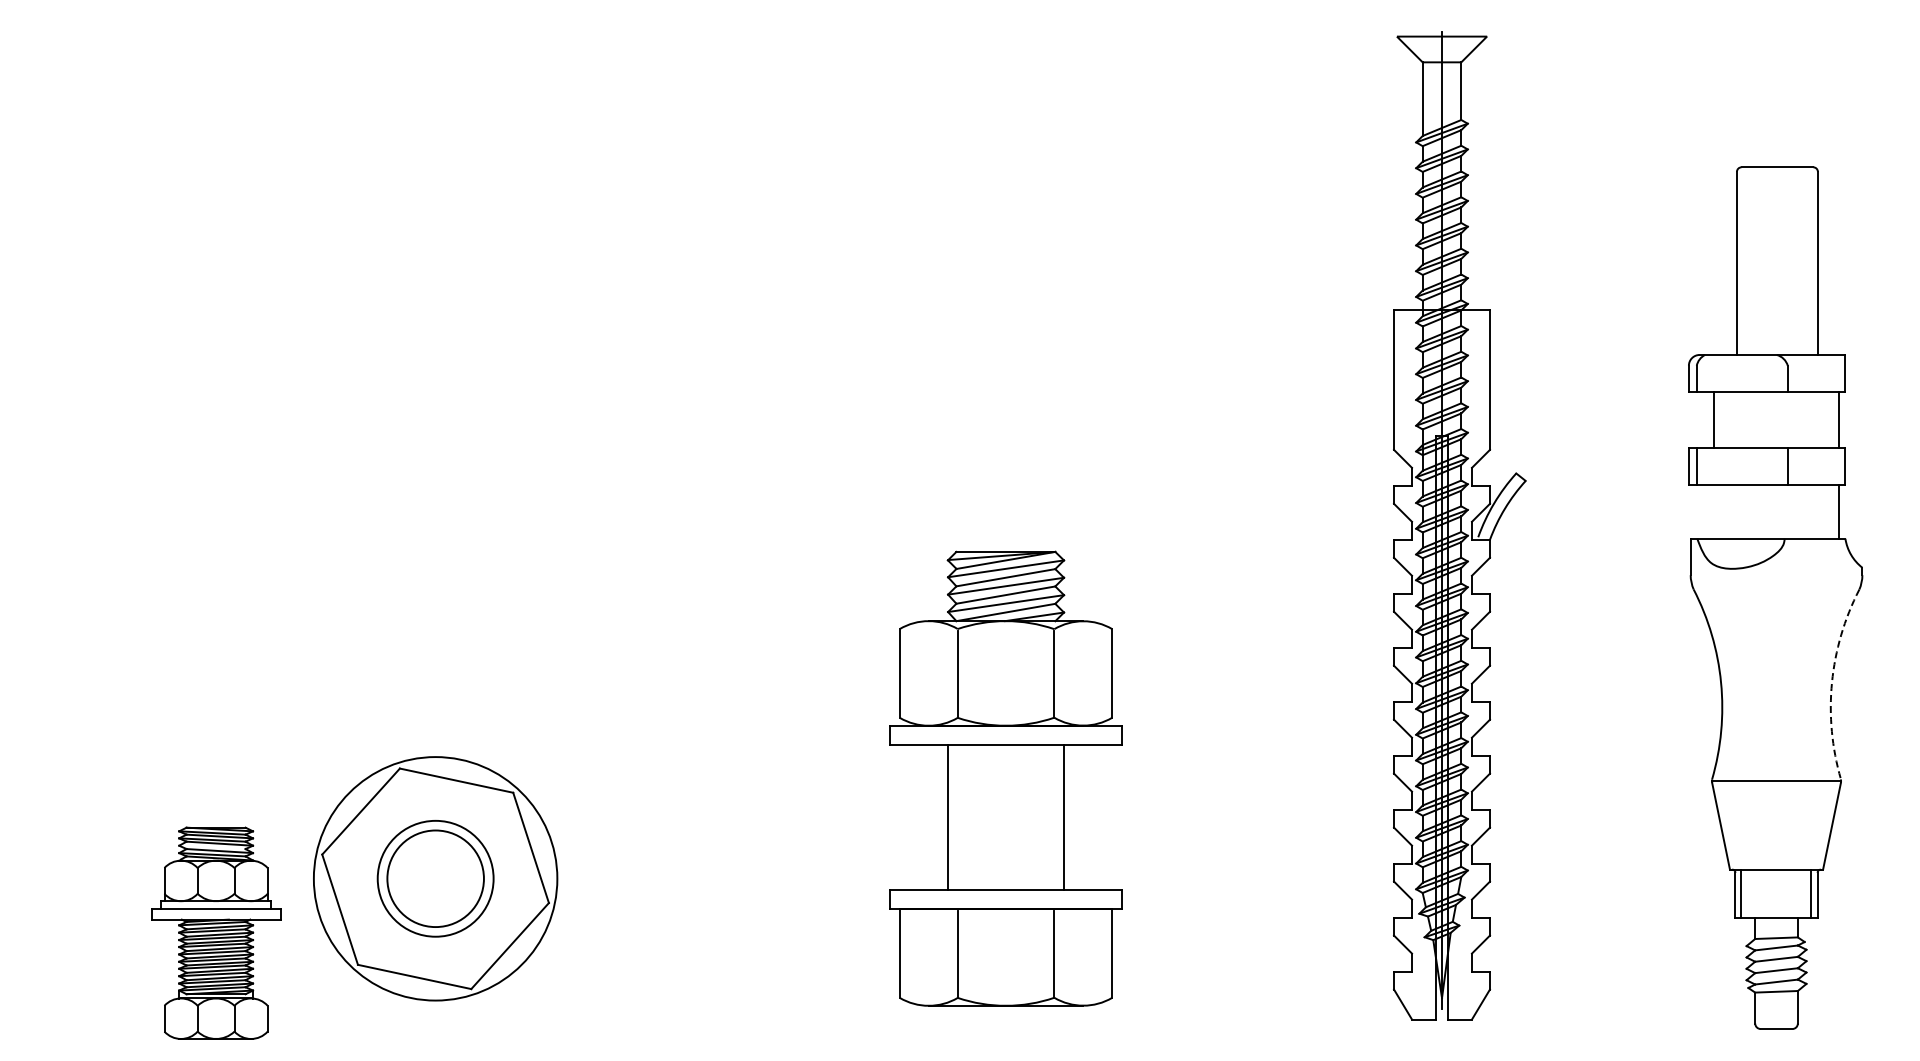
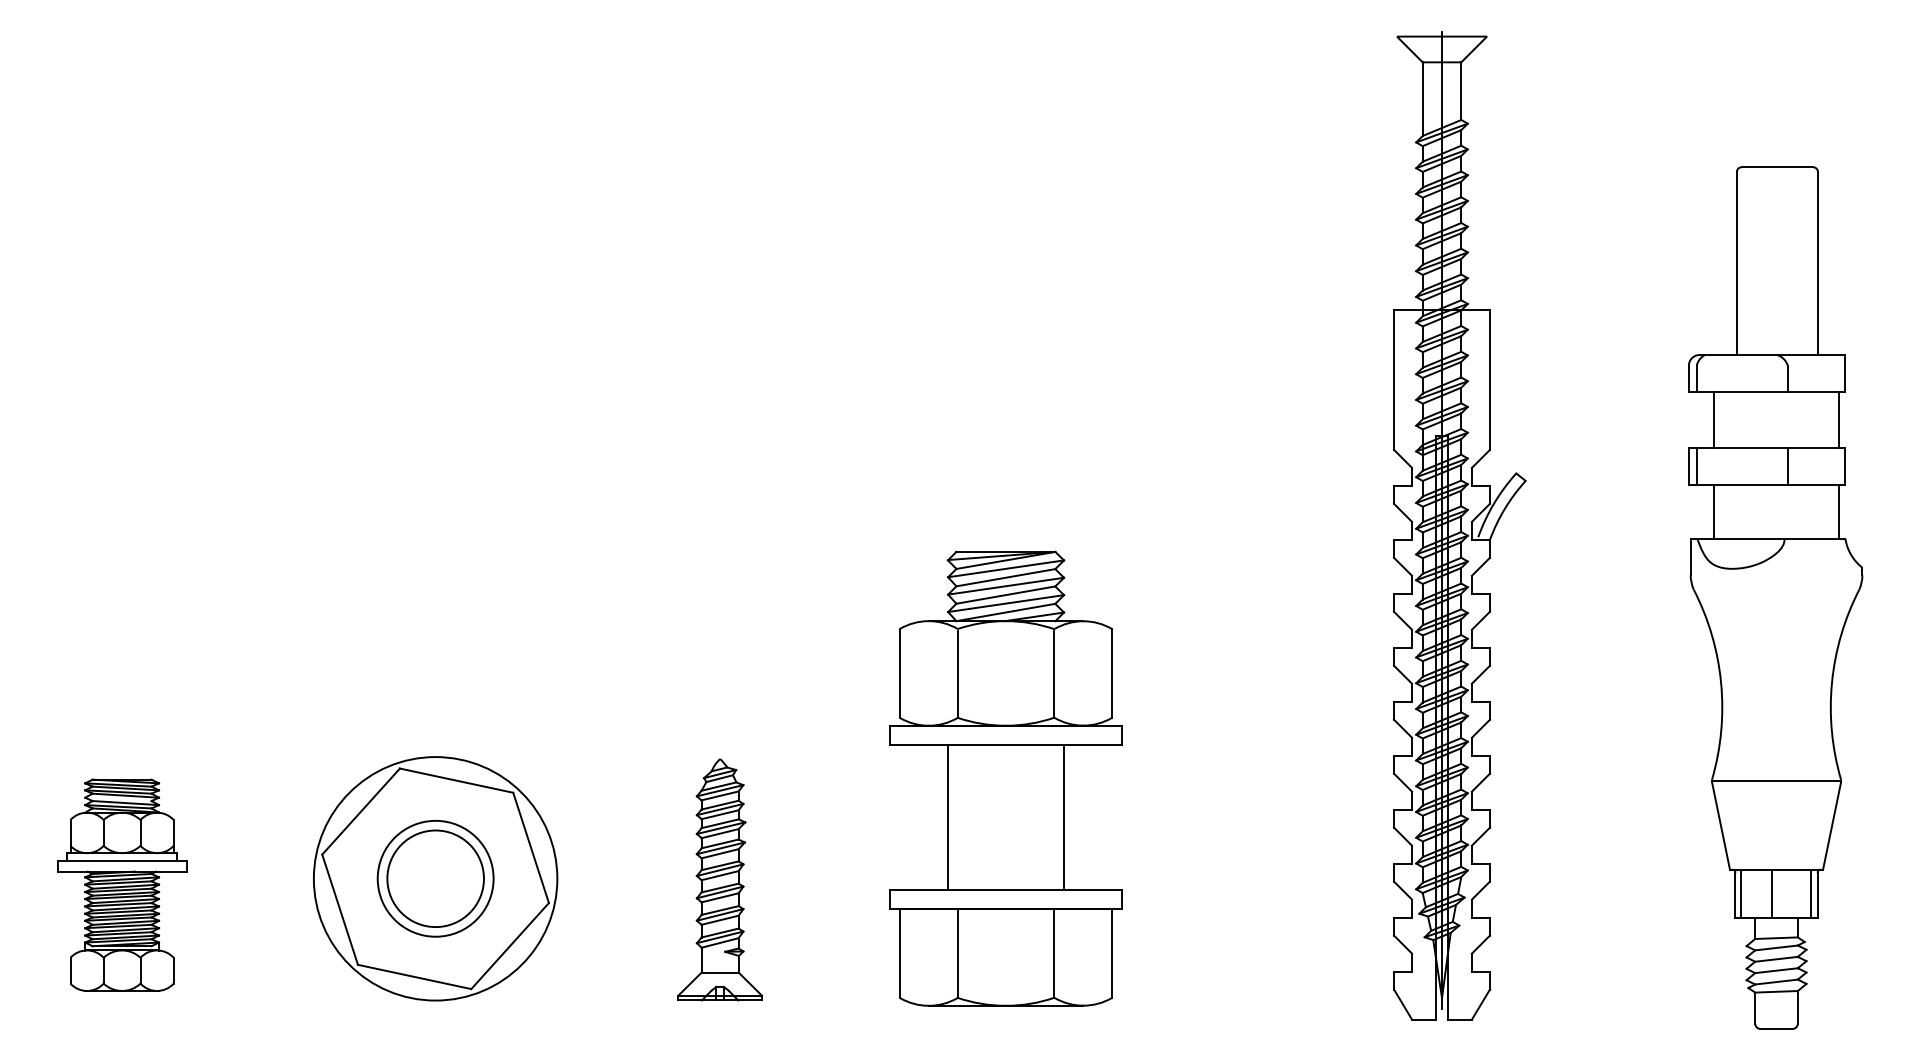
line at (1714, 511): none -> present
arc at (1831, 682): dashed -> solid
part at (719, 879): none -> present
line at (1772, 893): none -> present
part at (216, 932) position: (216, 932) -> (122, 884)
